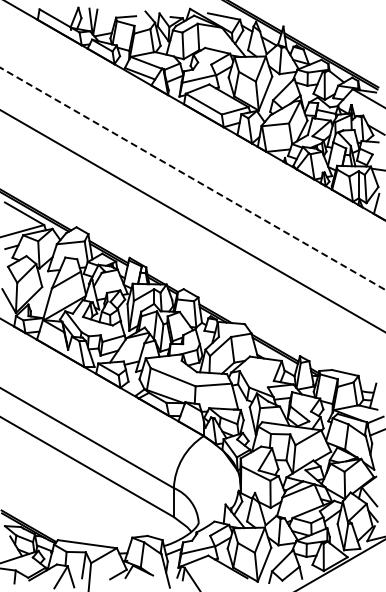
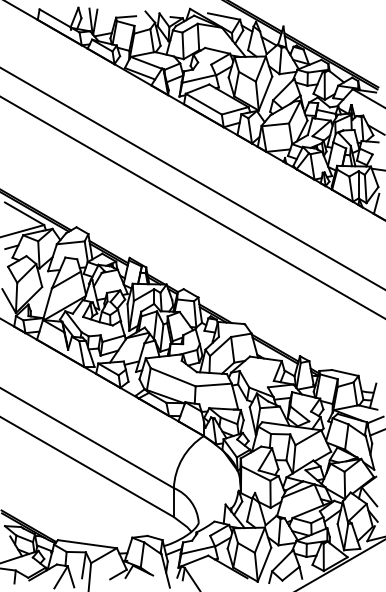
line at (193, 179): dashed -> solid
line at (192, 220) position: (192, 220) -> (192, 207)
